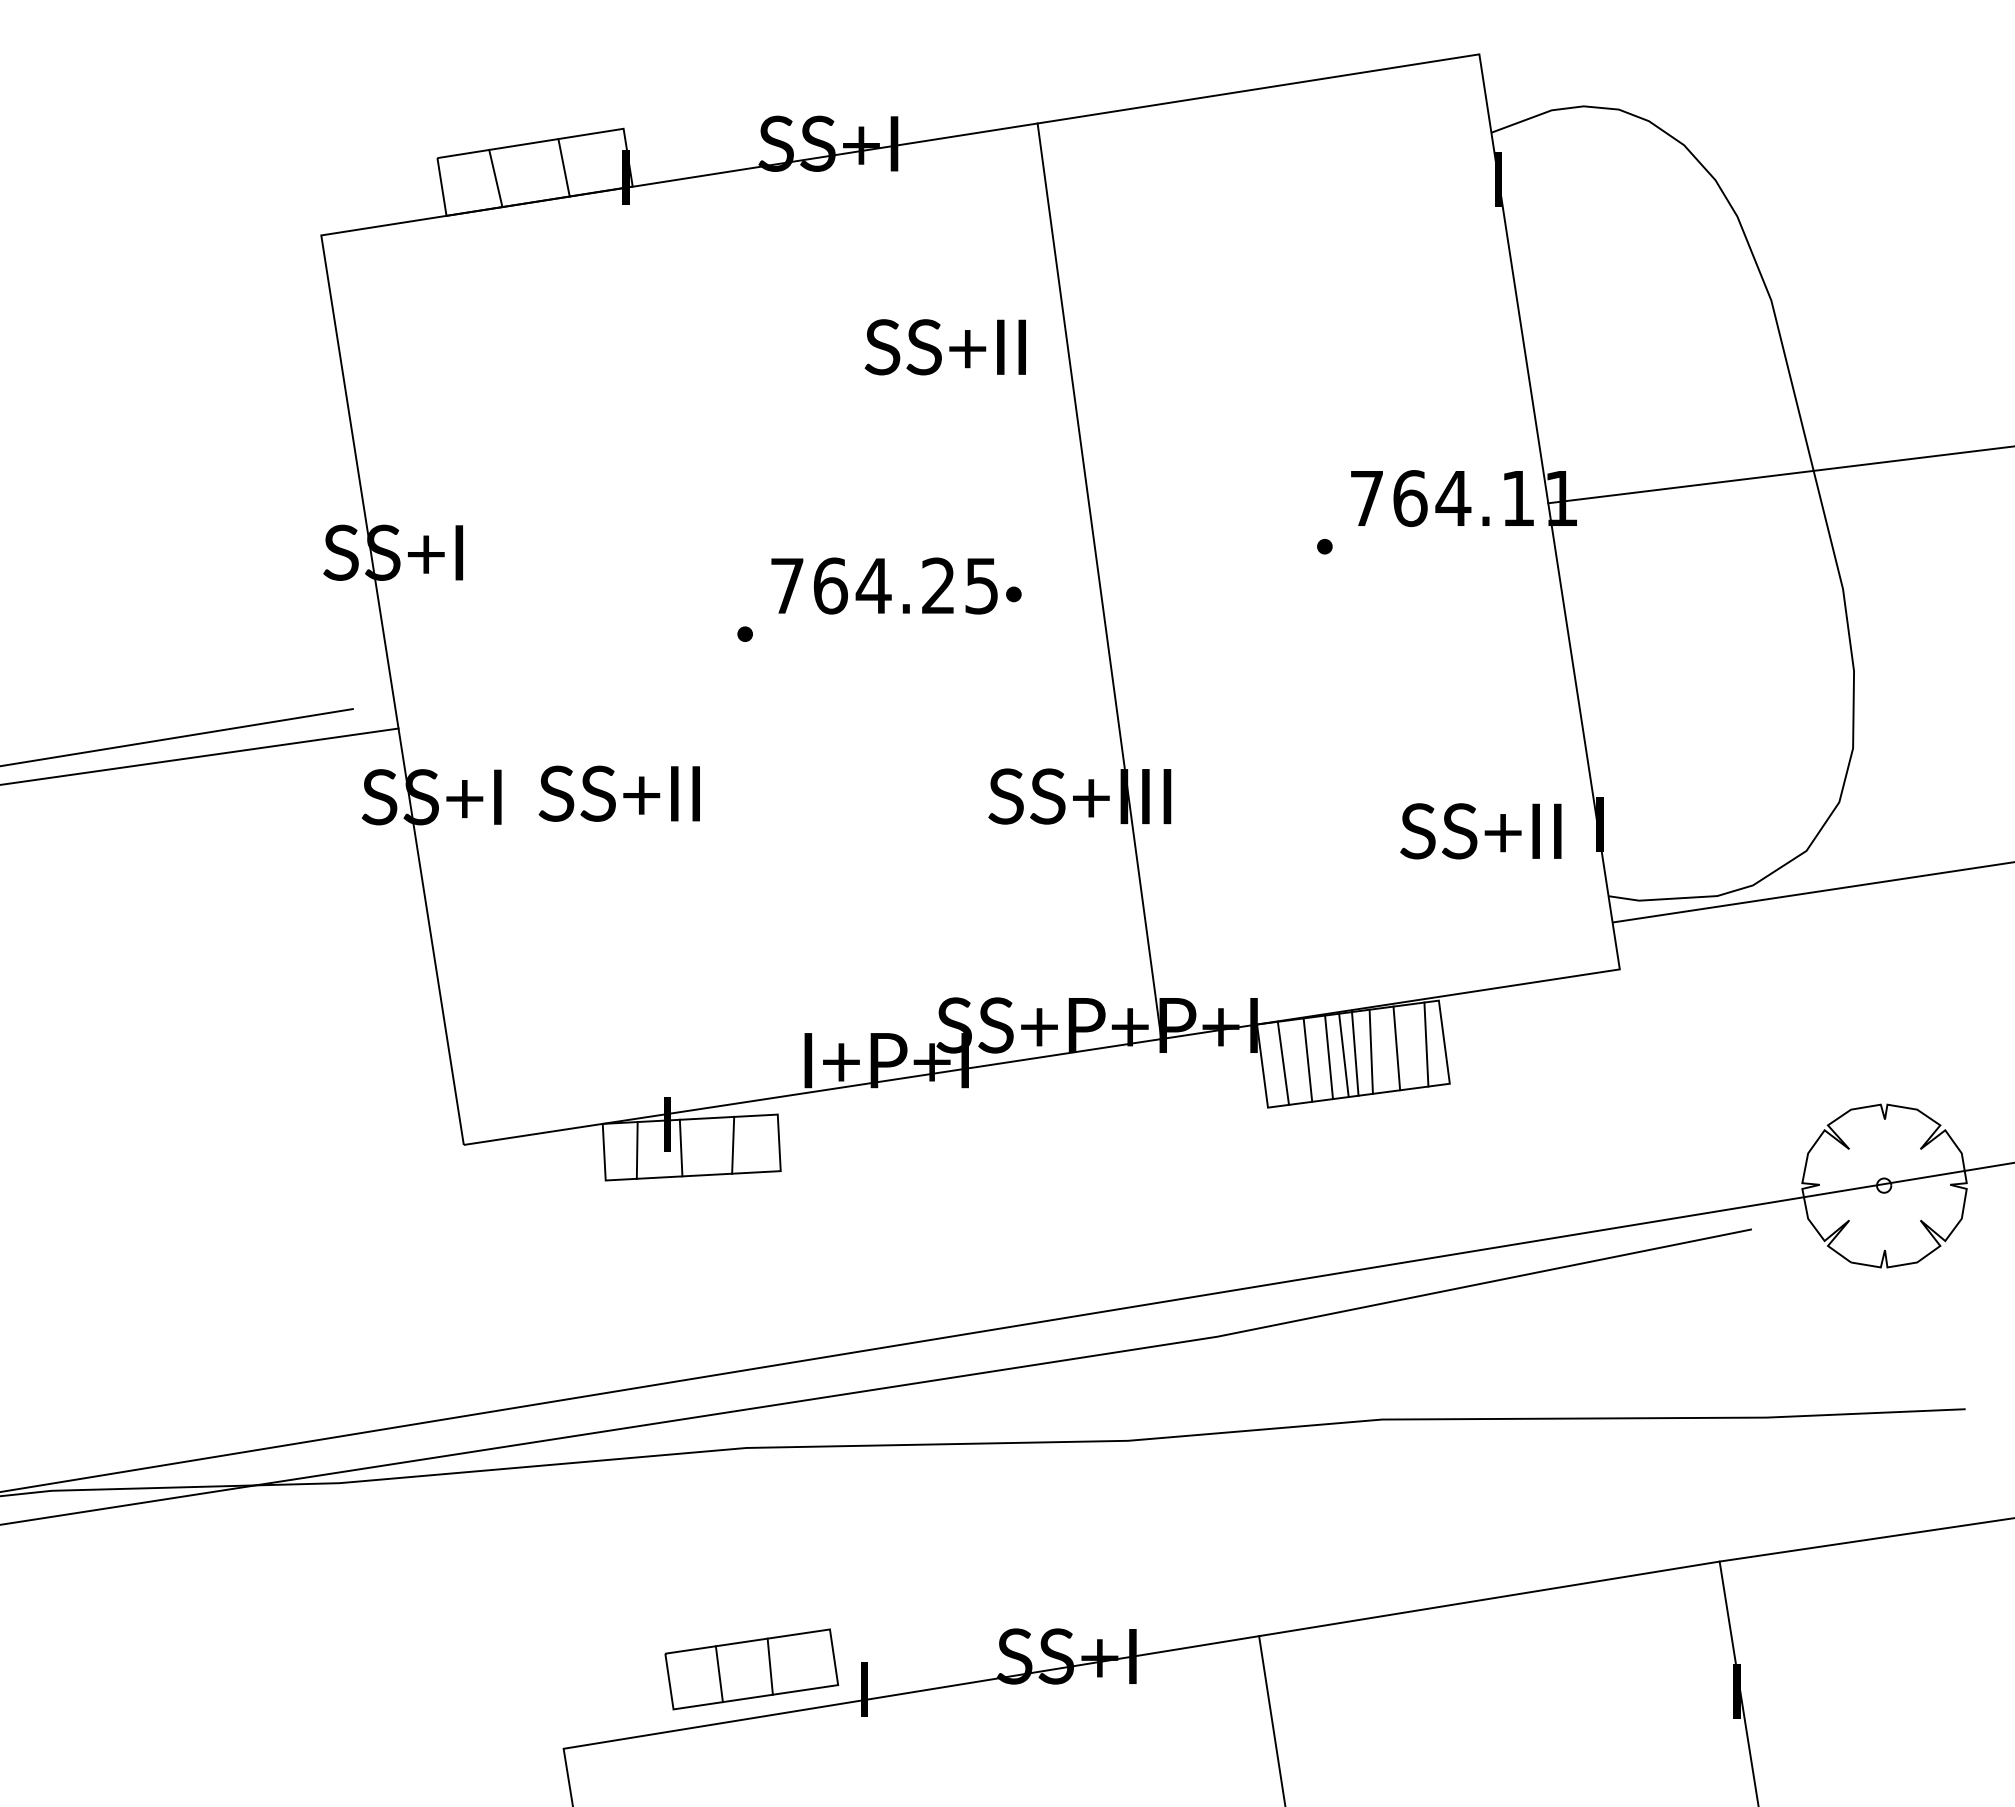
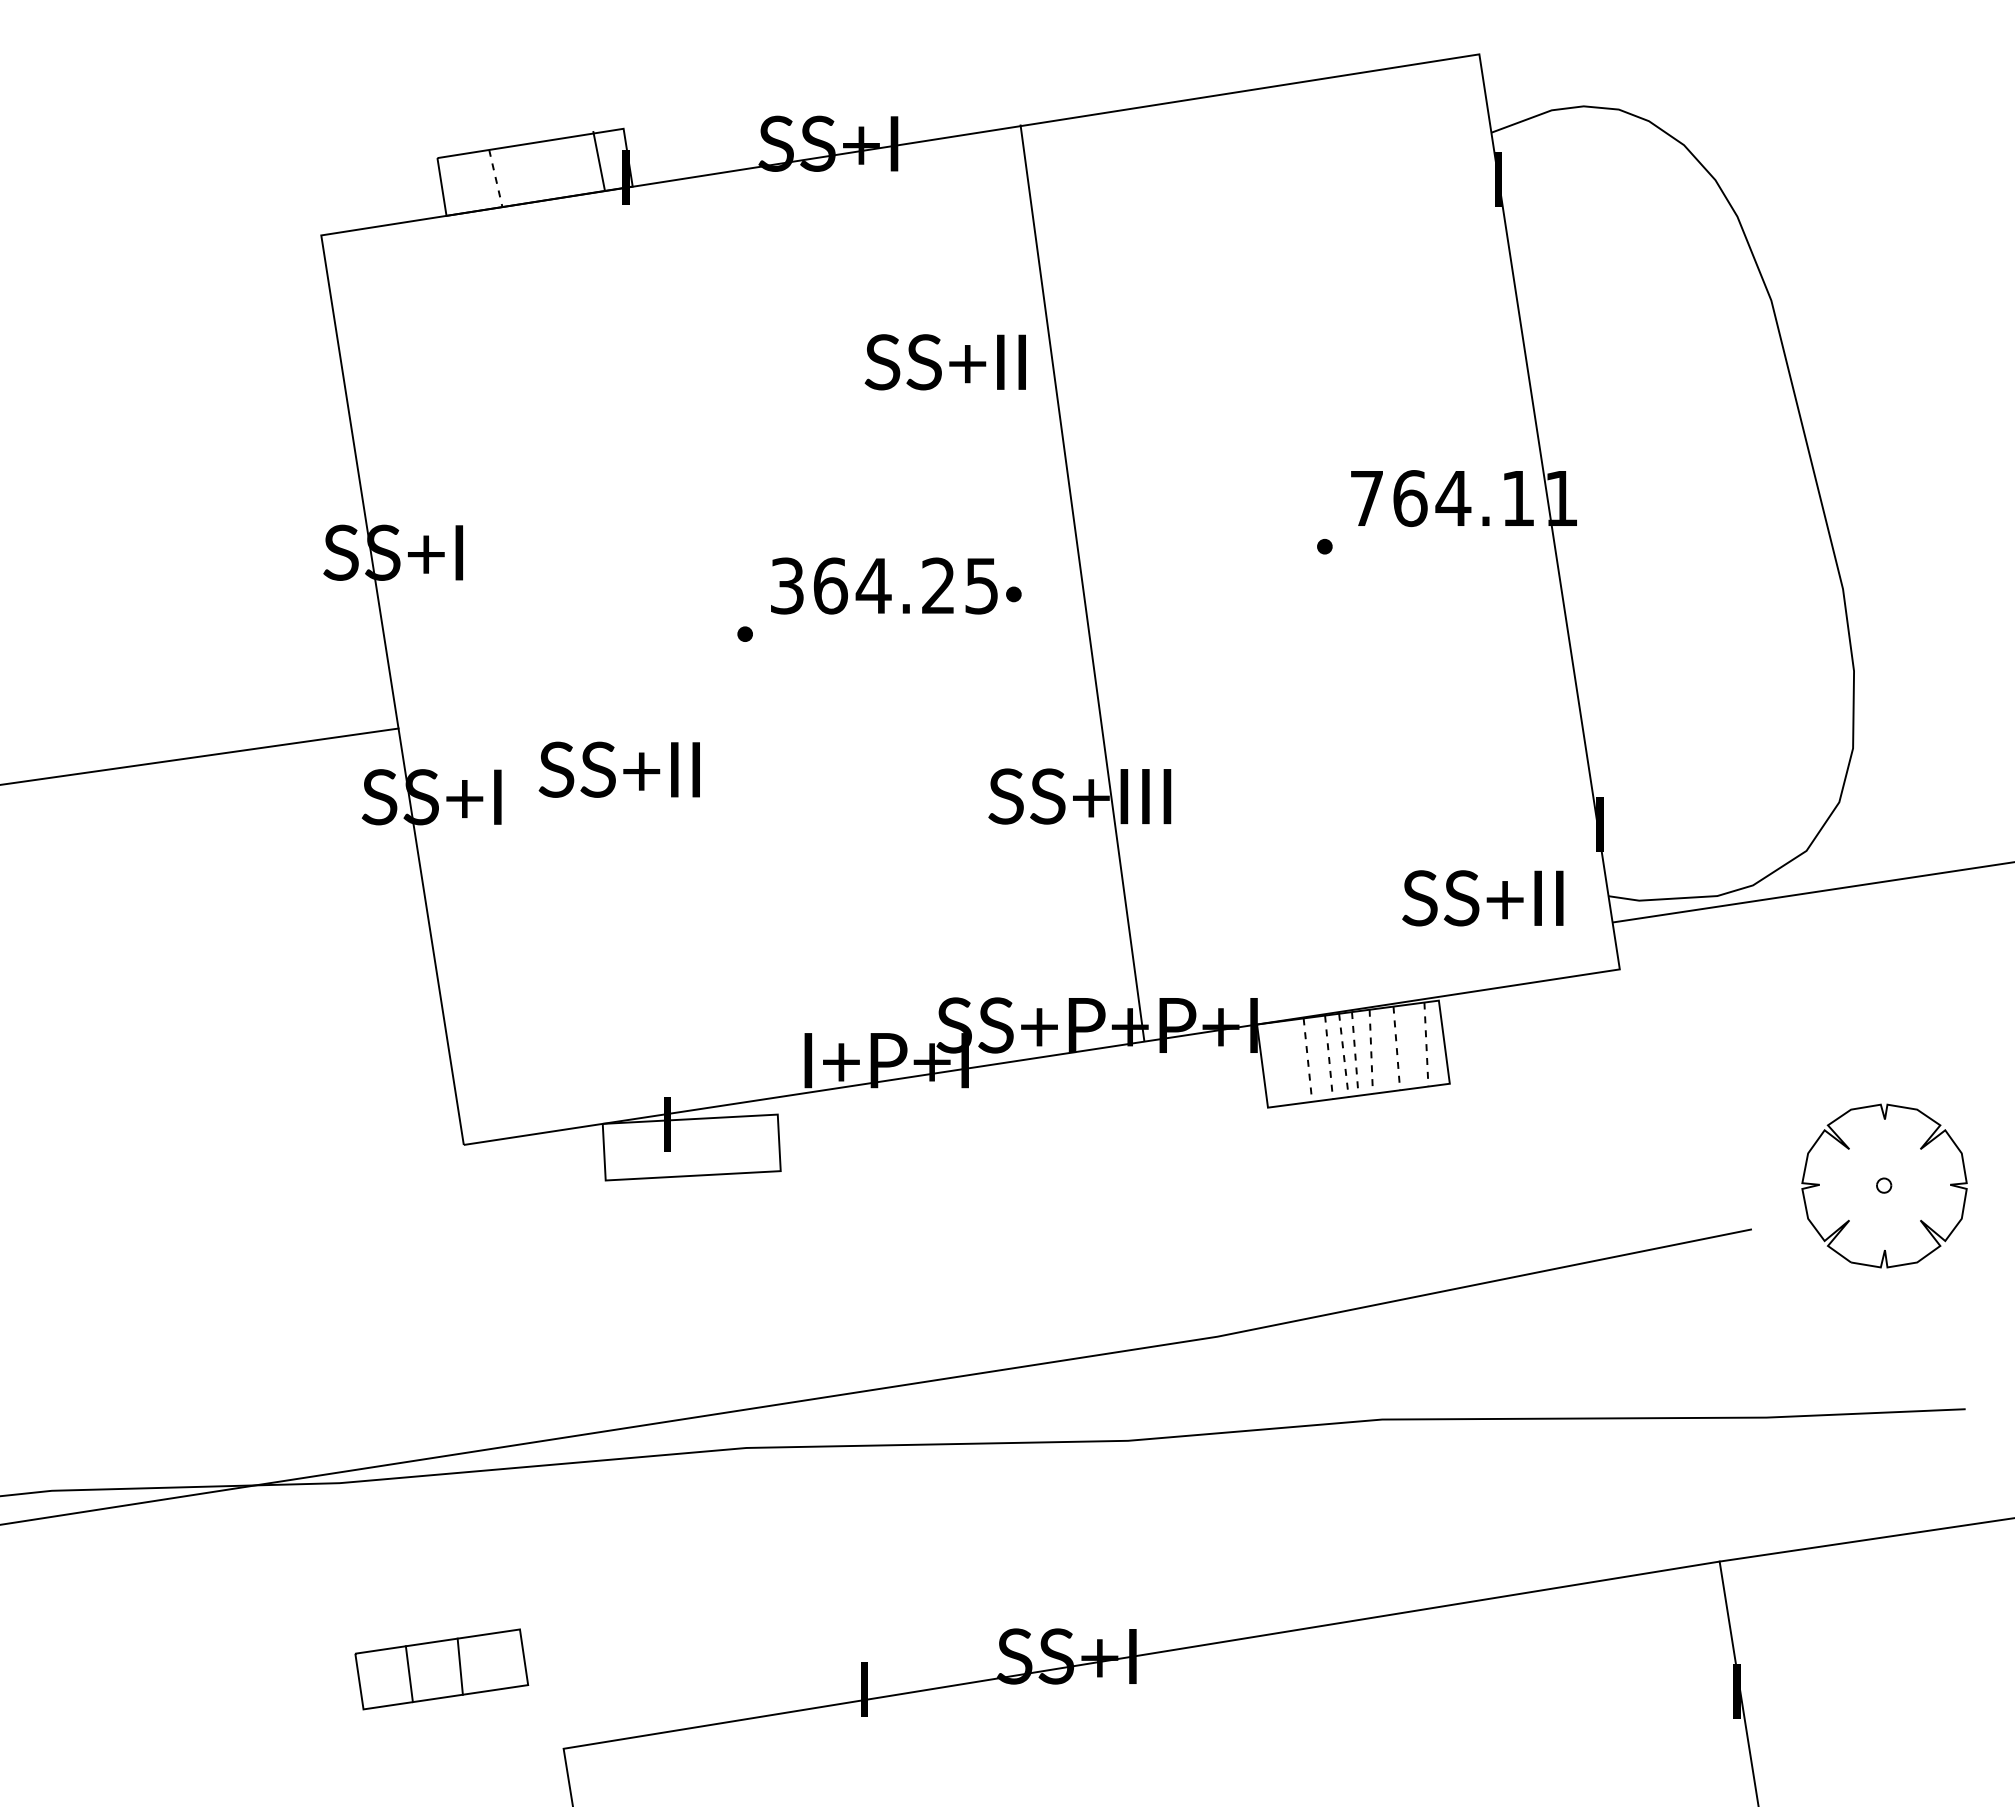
line at (563, 167) position: (563, 167) -> (598, 160)
line at (495, 178): solid -> dashed
text at (944, 347) position: (944, 347) -> (944, 362)
line at (1779, 474): present -> none
line at (1099, 581) position: (1099, 581) -> (1082, 583)
text at (787, 585): 764.25 -> 364.25
line at (177, 737): present -> none
text at (618, 793) position: (618, 793) -> (618, 769)
text at (1480, 831) position: (1480, 831) -> (1482, 898)
line at (1426, 1045): solid -> dashed
line at (1396, 1048): solid -> dashed
line at (1371, 1052): solid -> dashed
line at (1355, 1053): solid -> dashed
line at (1343, 1055): solid -> dashed
line at (1329, 1057): solid -> dashed
line at (1307, 1060): solid -> dashed
line at (1283, 1062): present -> none
line at (733, 1144): present -> none
line at (680, 1147): present -> none
line at (636, 1150): present -> none
line at (1006, 1327): present -> none
part at (751, 1669) position: (751, 1669) -> (441, 1669)
line at (1271, 1719): present -> none
